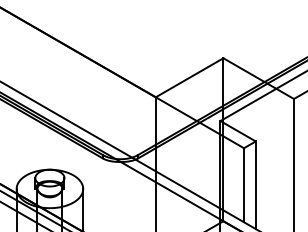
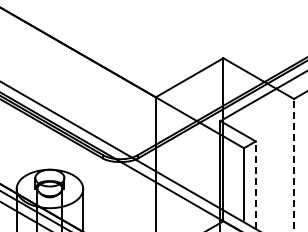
line at (293, 164): solid -> dashed
line at (255, 185): solid -> dashed
